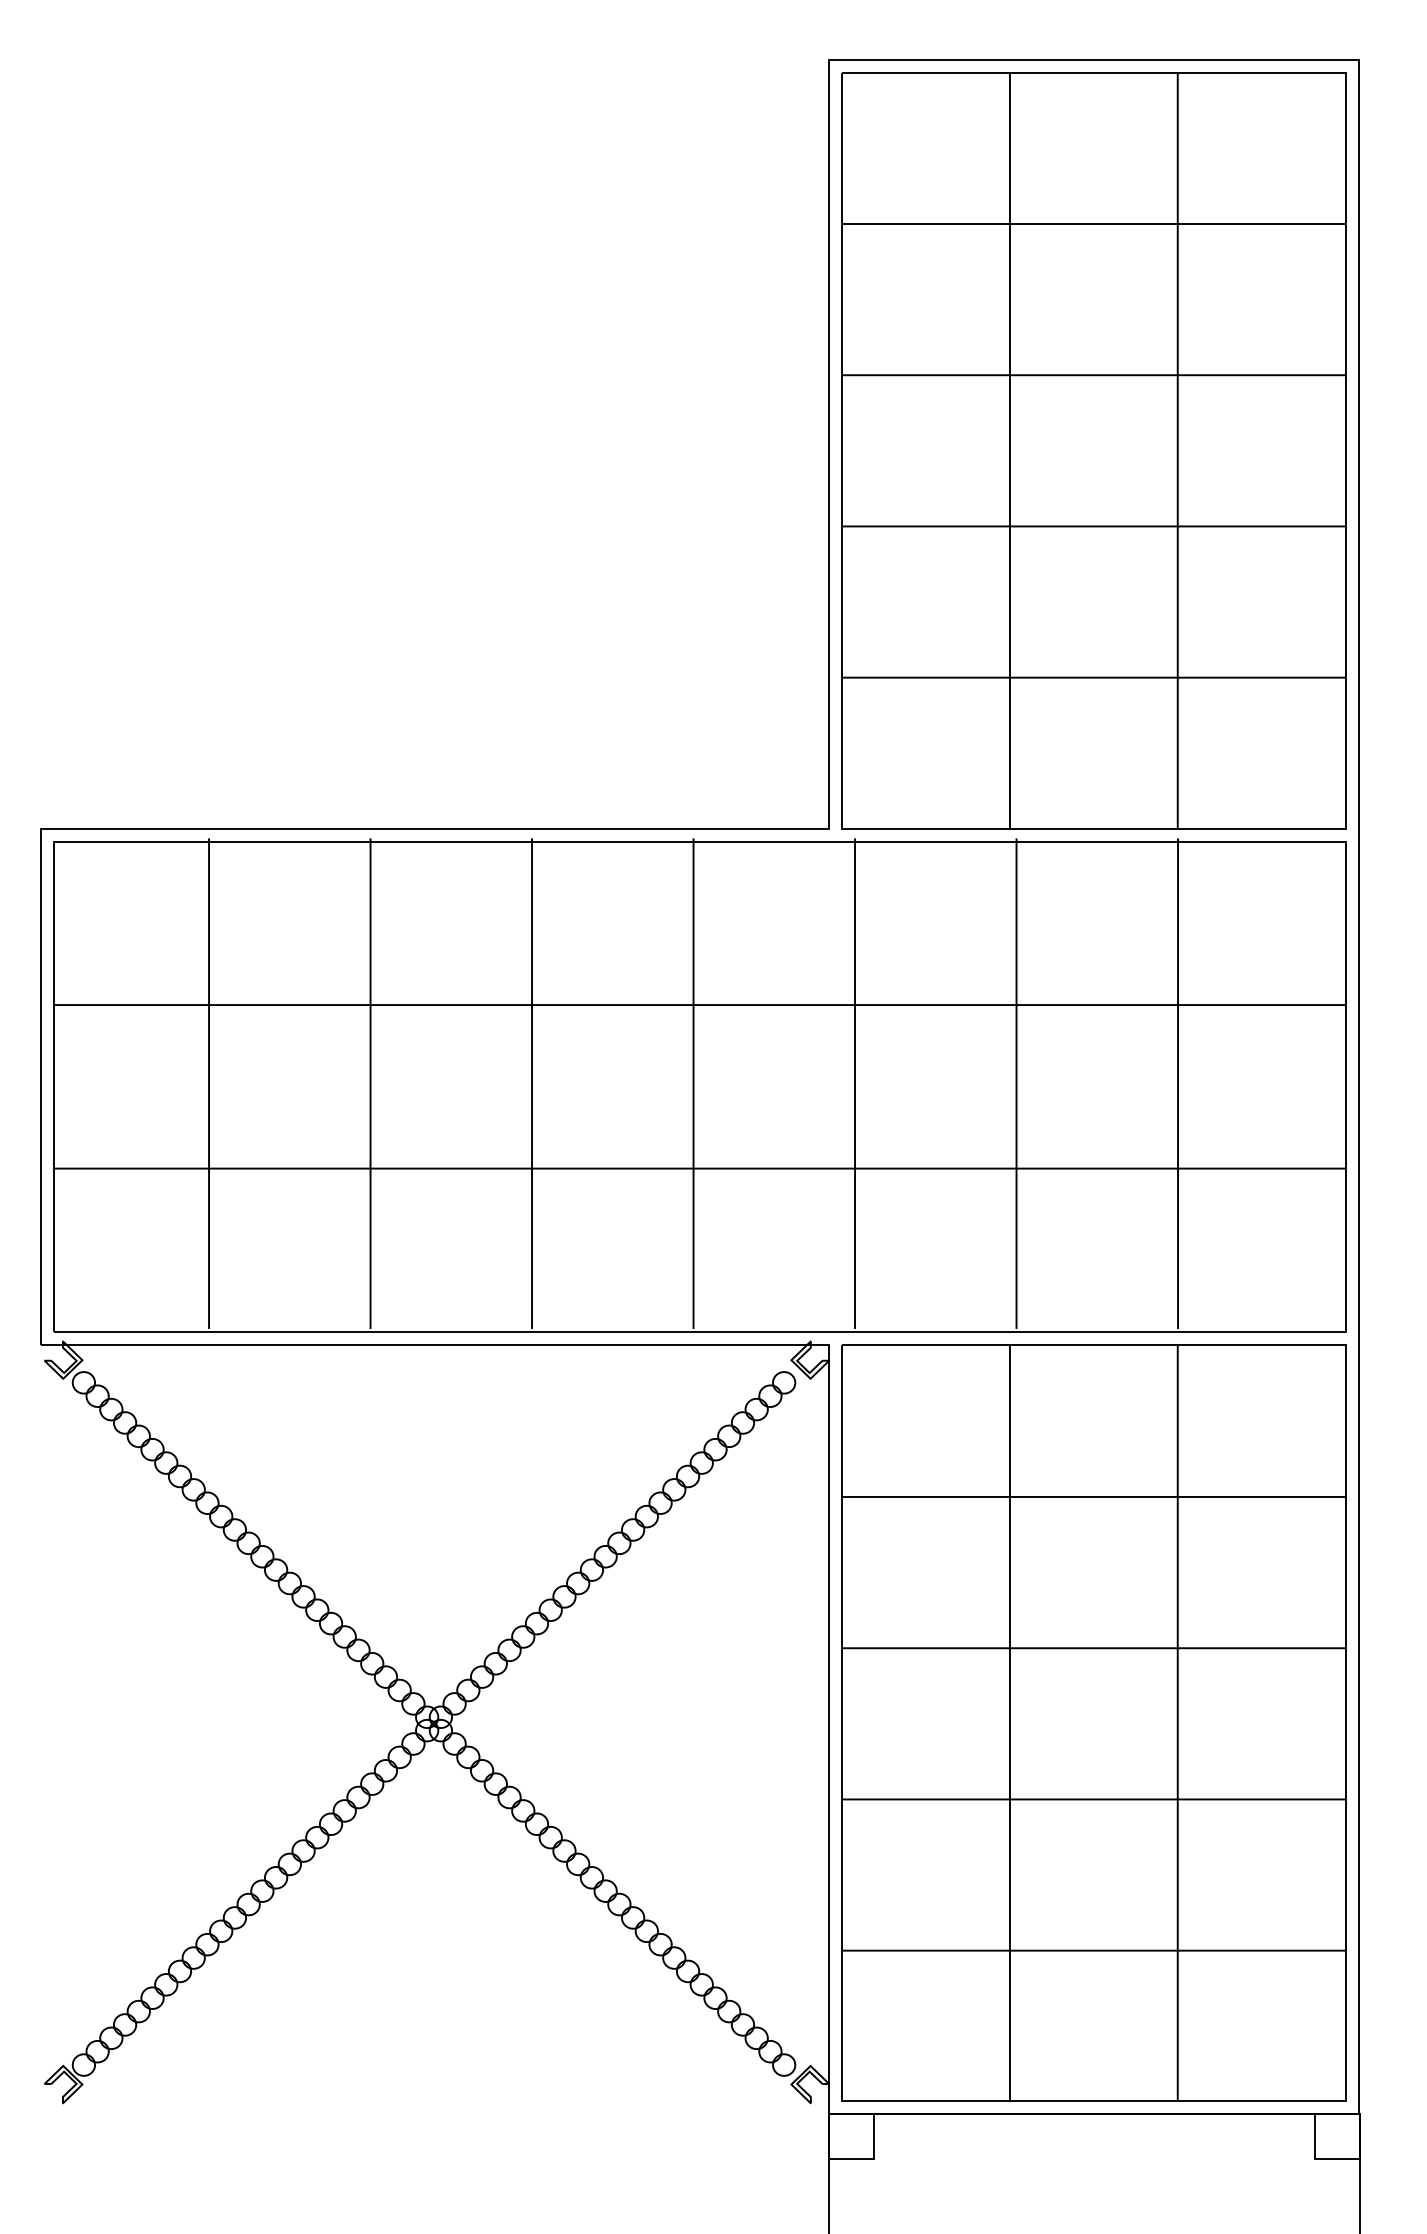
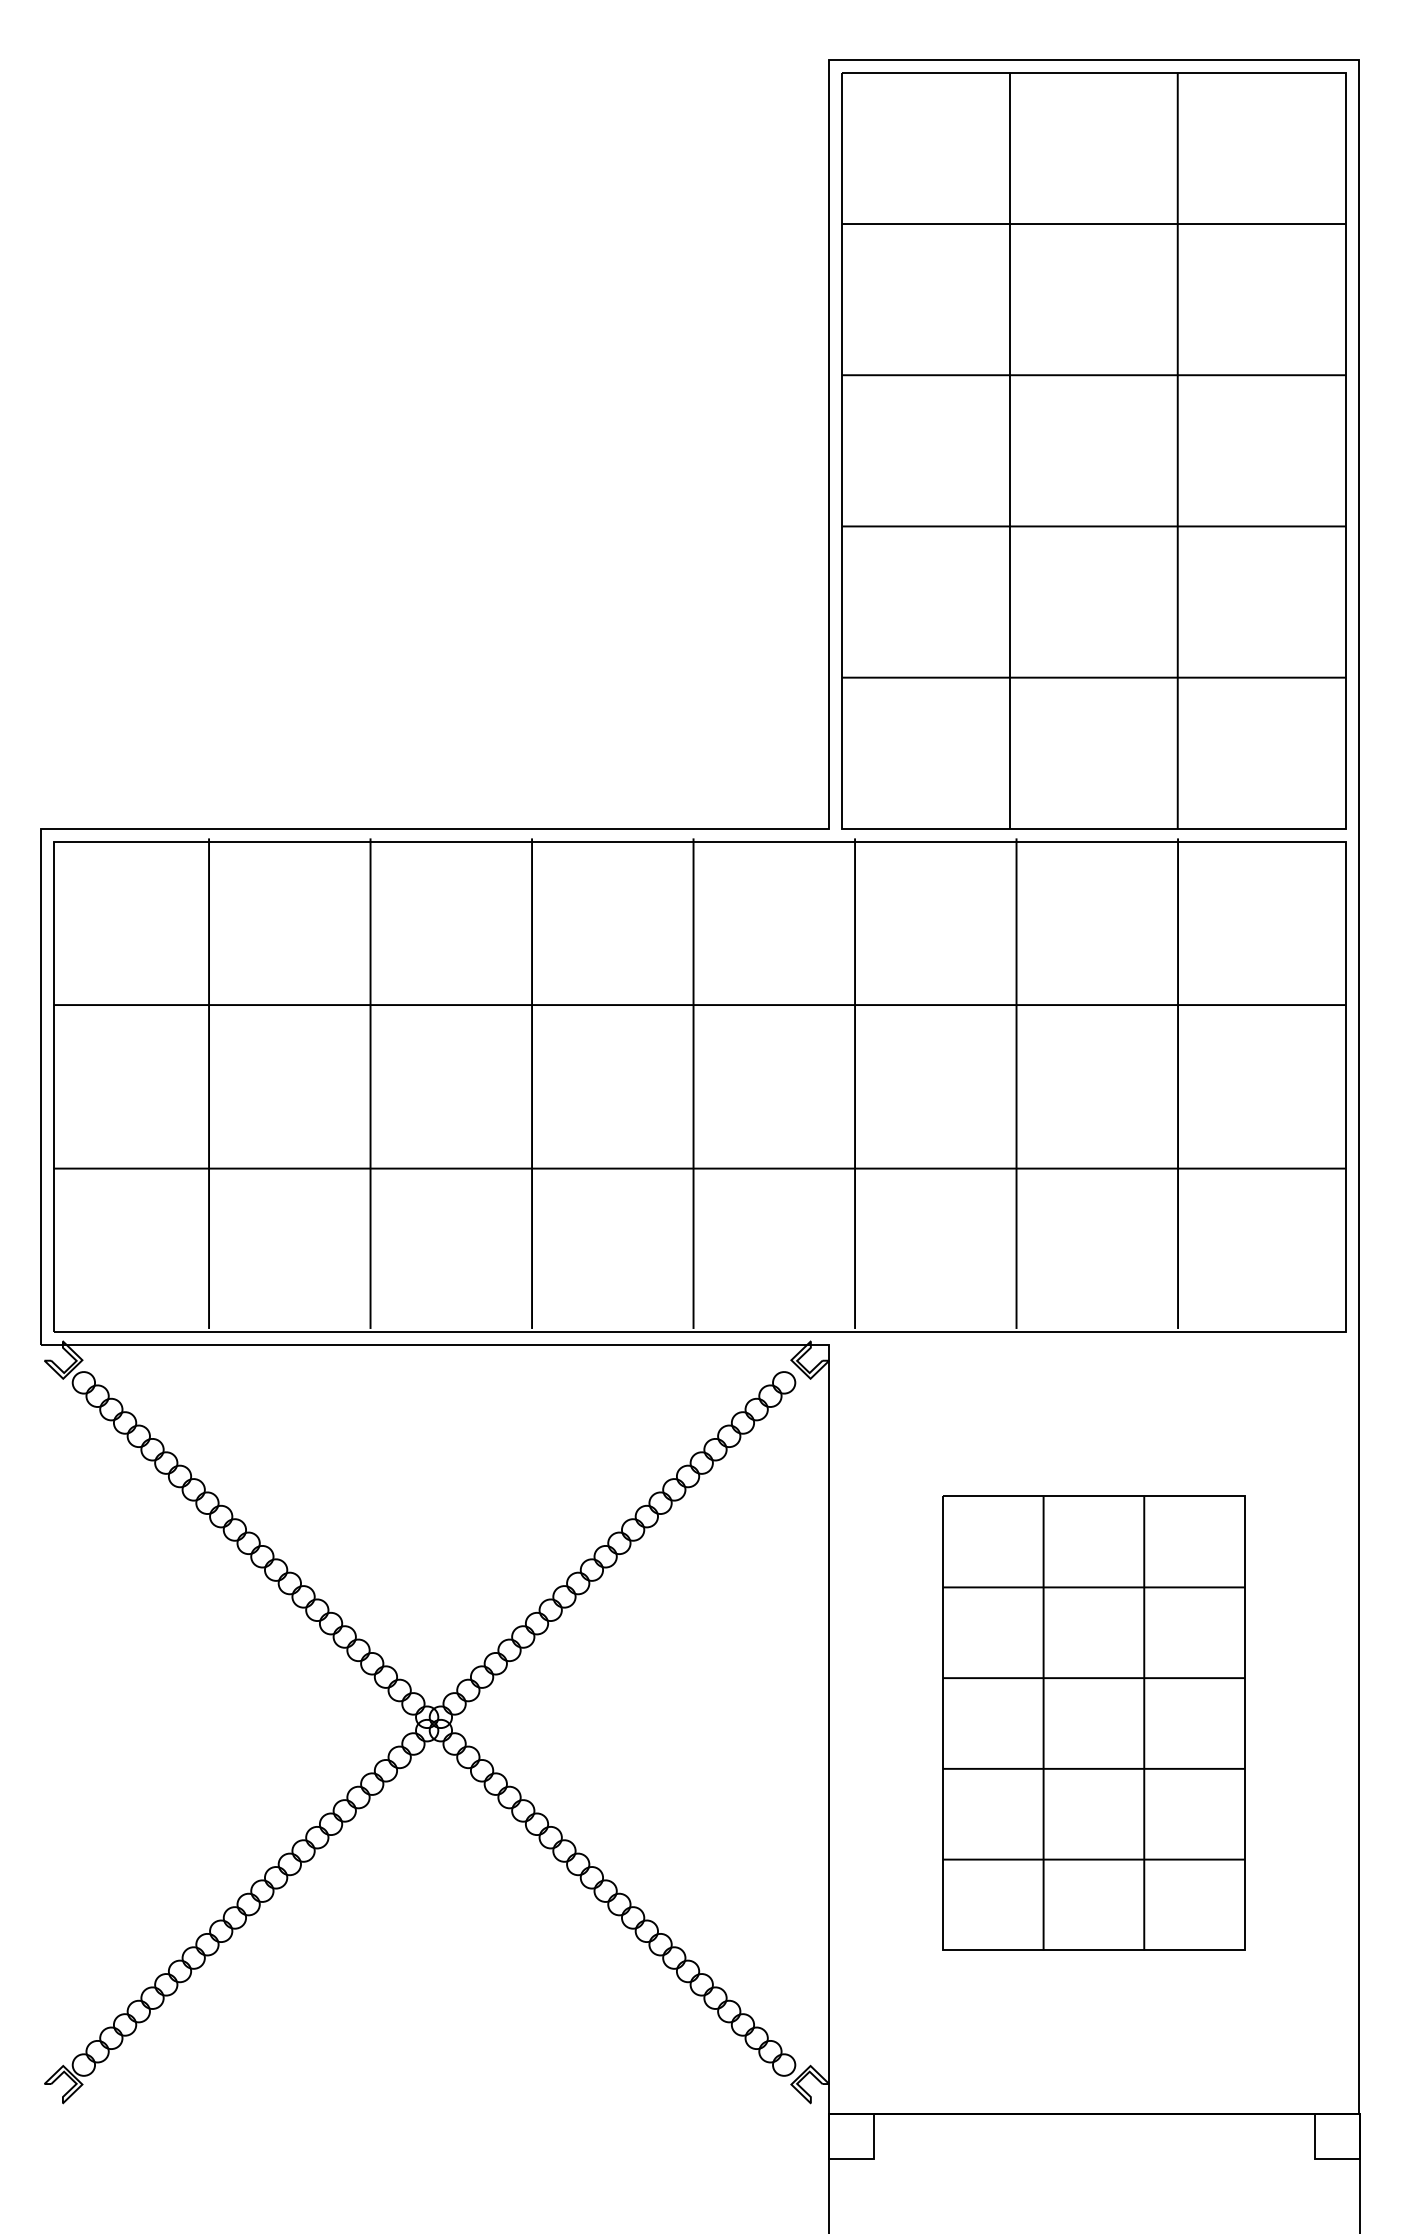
part at (1093, 1722) size: 506x758 px -> 304x456 px
